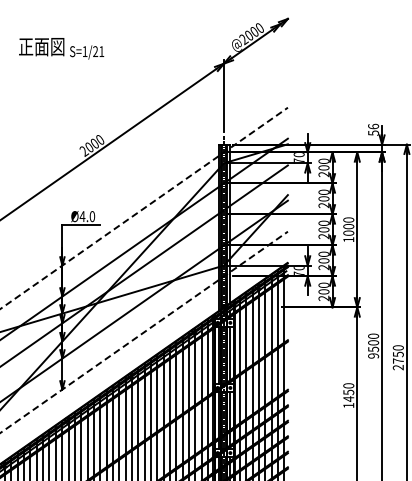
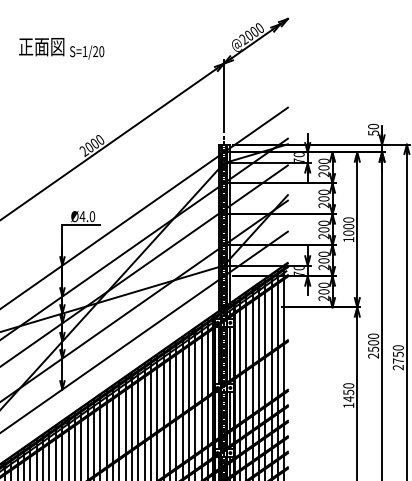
text at (101, 51): S=1/21 -> S=1/20
text at (373, 126): 56 -> 50
line at (144, 207): dashed -> solid
line at (144, 331): dashed -> solid
text at (373, 355): 9500 -> 2500
